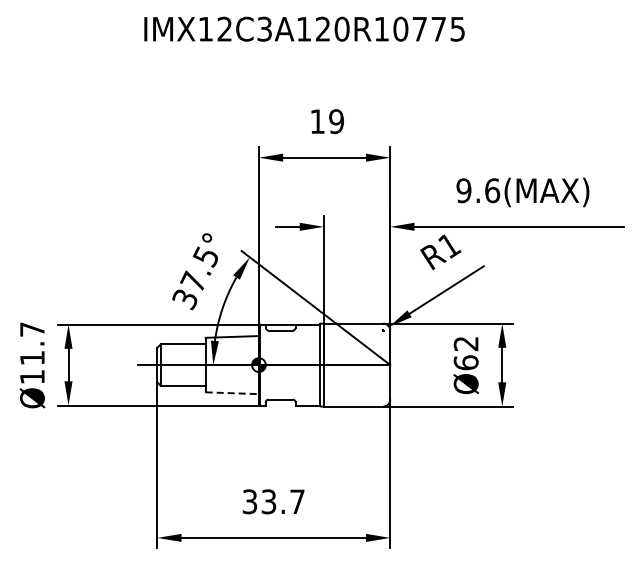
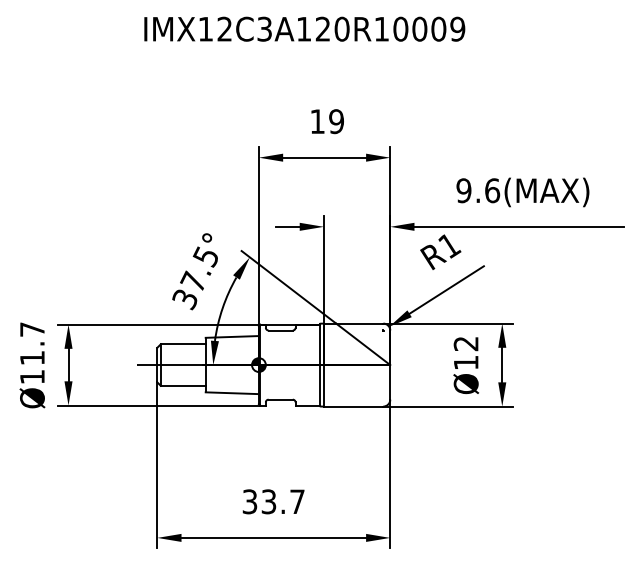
text at (438, 28): IMX12C3A120R10775 -> IMX12C3A120R10009
text at (465, 362): Ø62 -> Ø12
line at (232, 393): dashed -> solid
